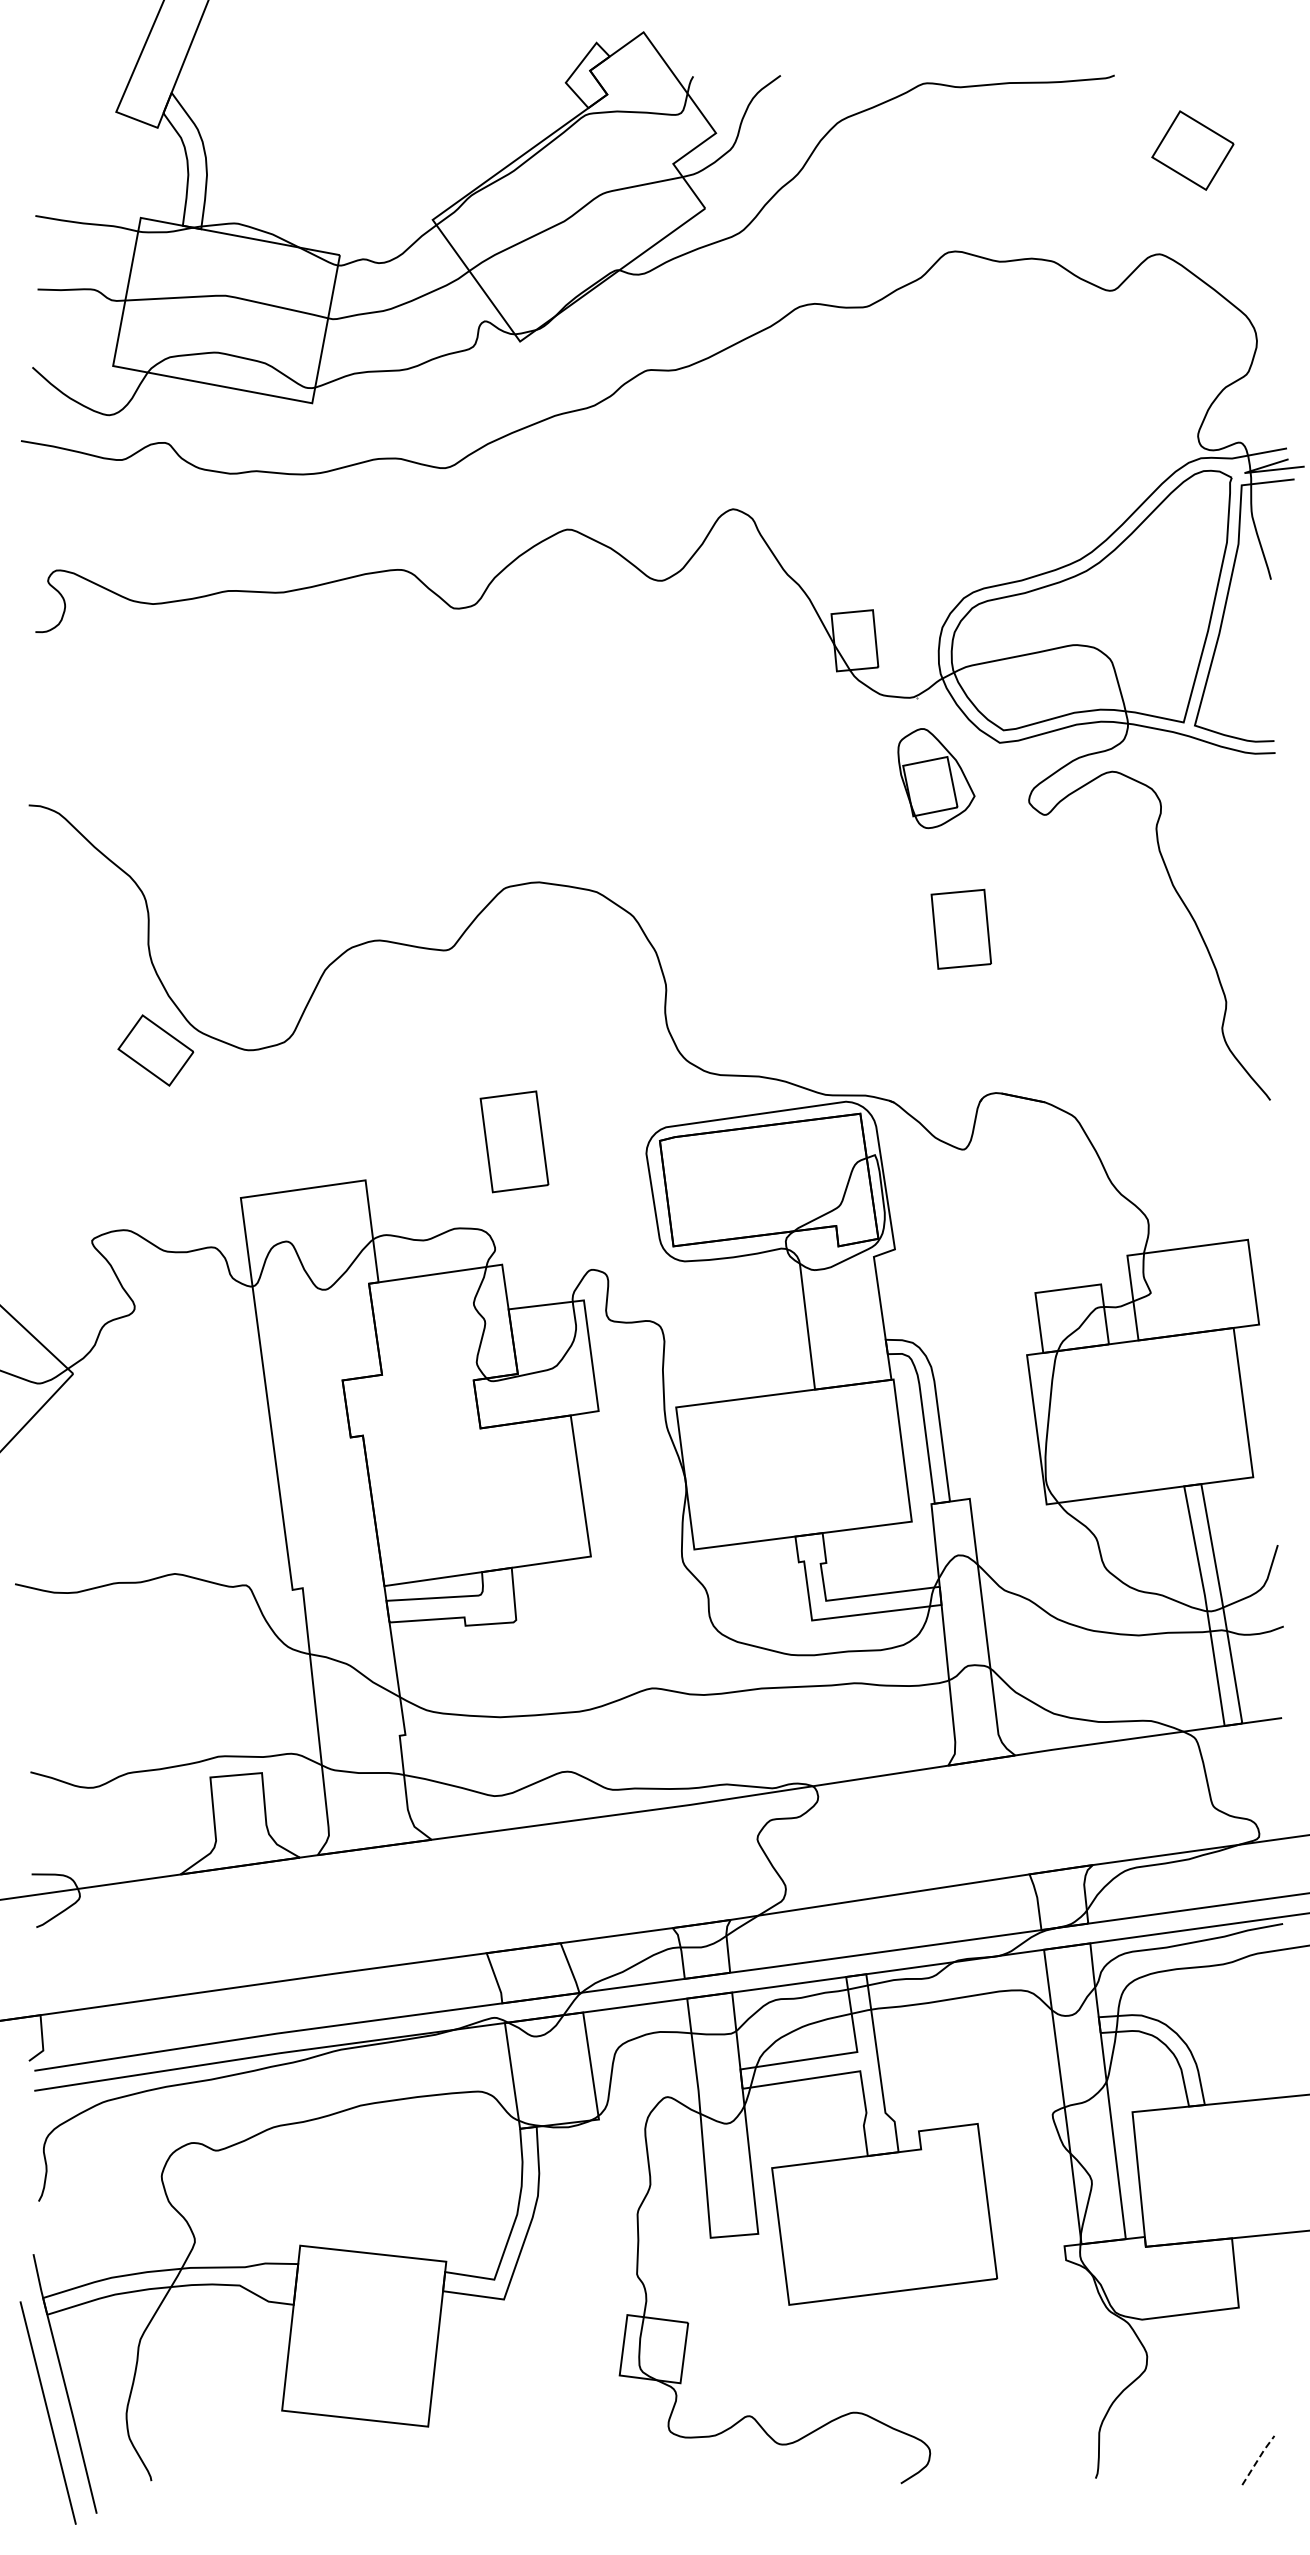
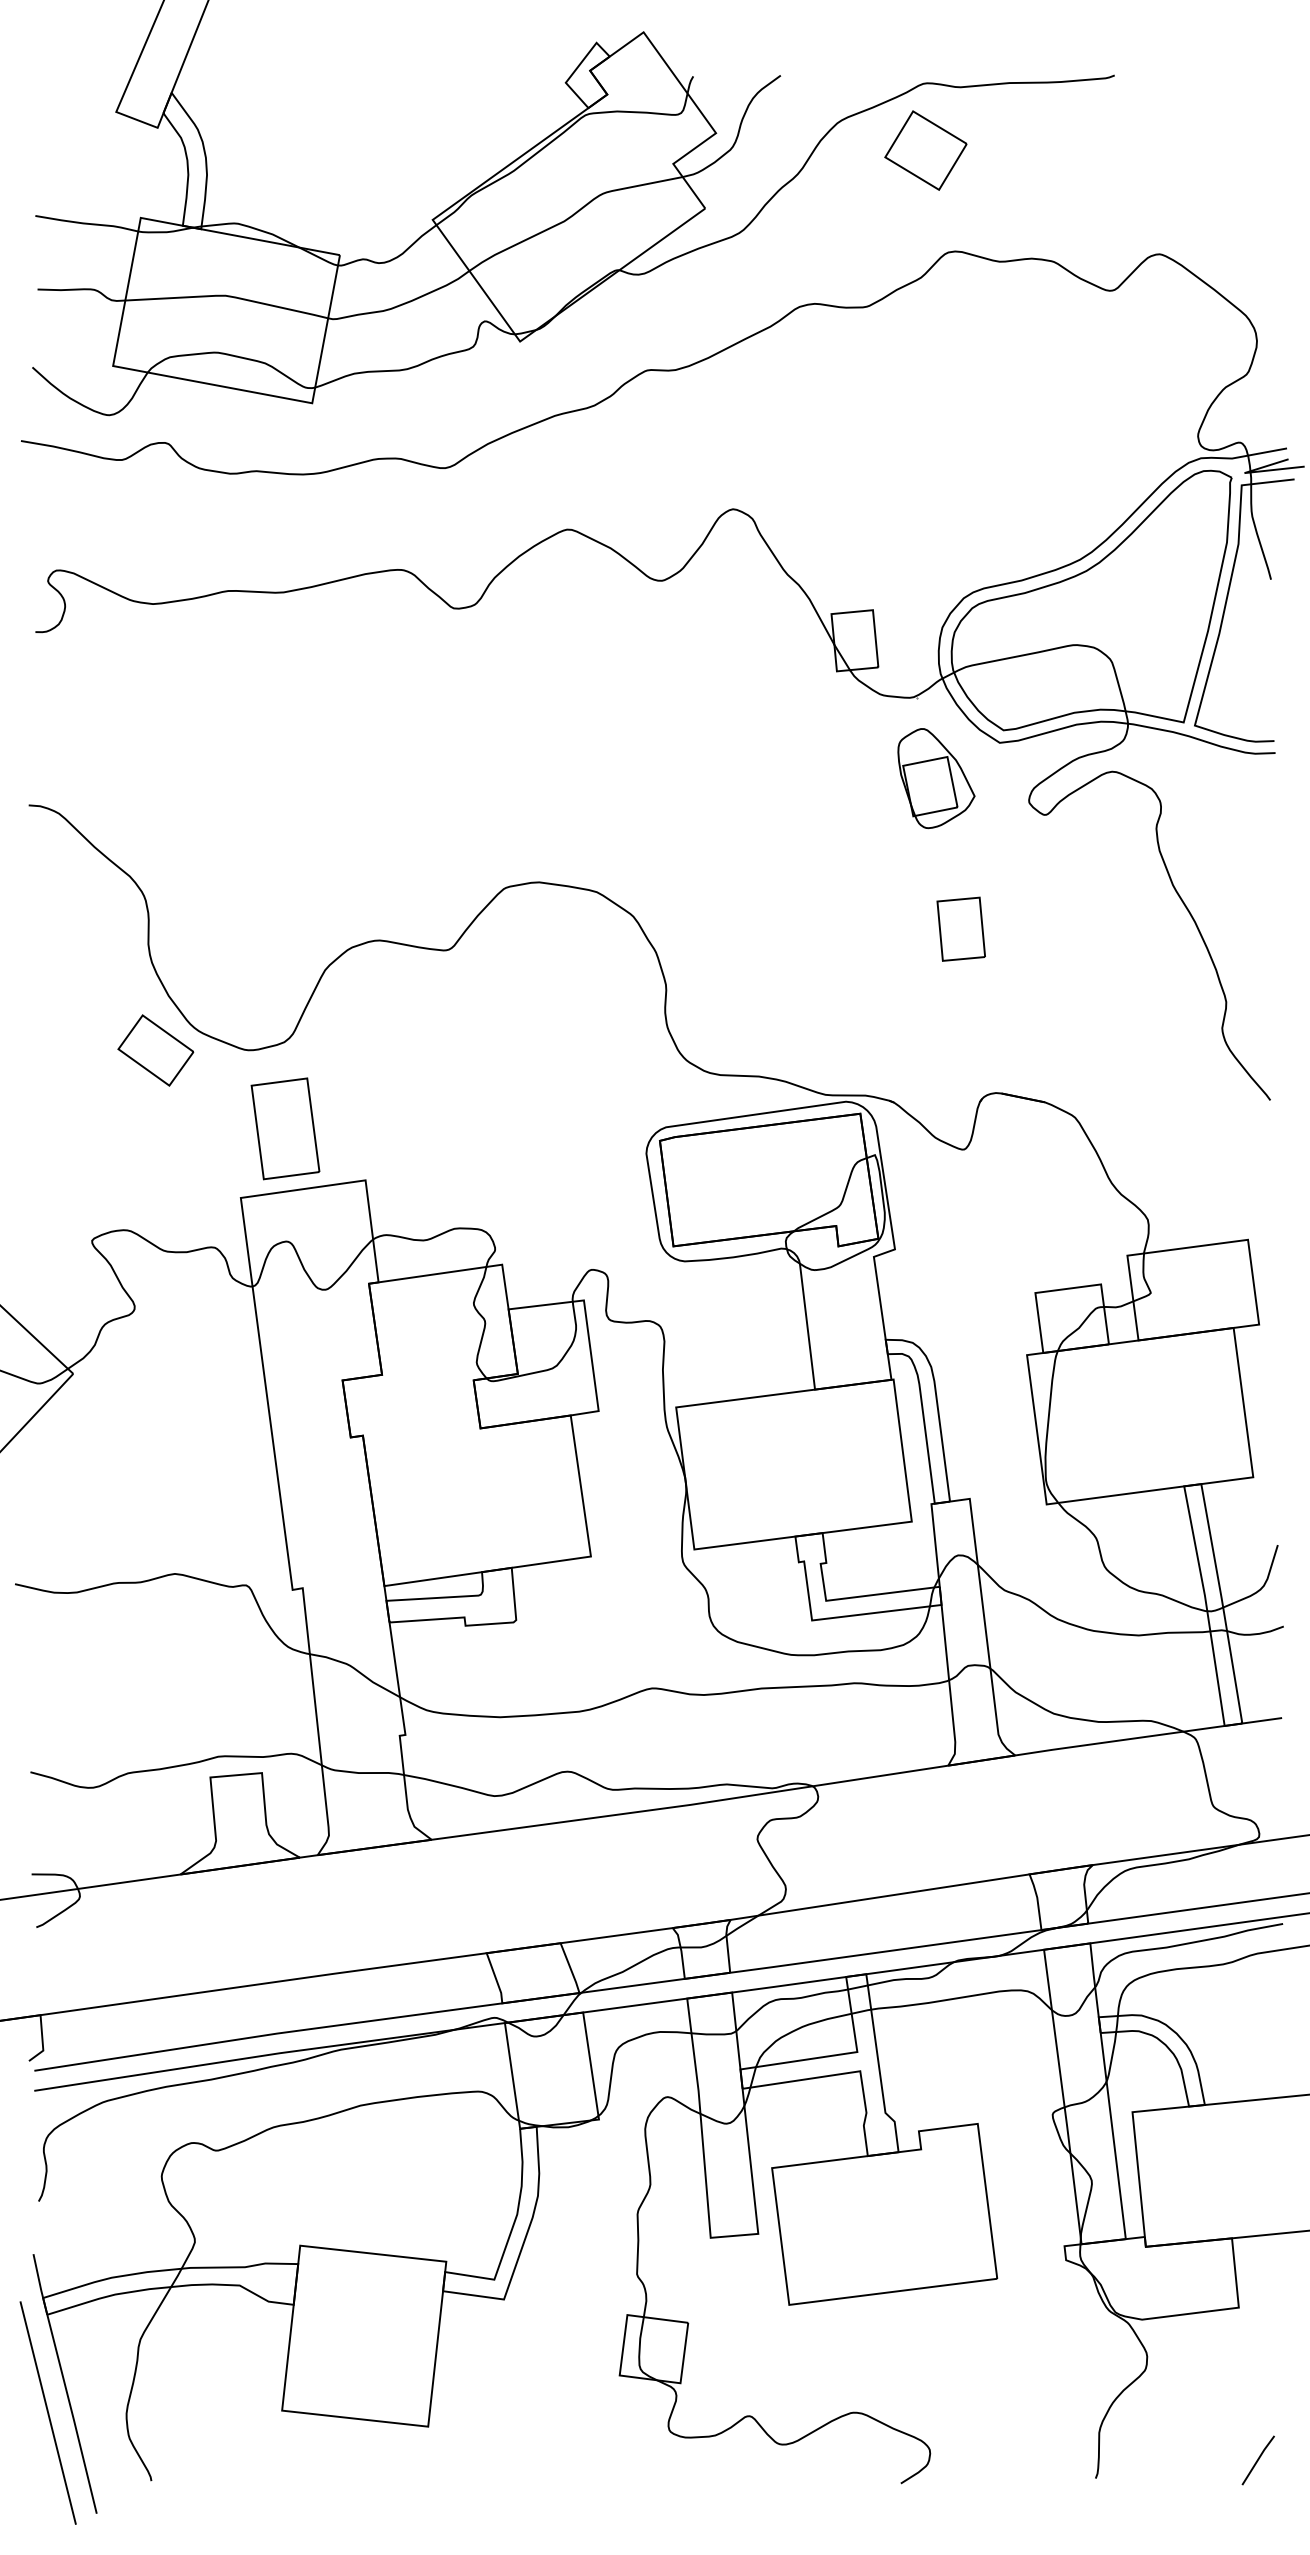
part at (1192, 150) position: (1192, 150) -> (925, 150)
part at (960, 928) size: 62x82 px -> 50x66 px
part at (514, 1141) position: (514, 1141) -> (285, 1128)
line at (1258, 2459): dashed -> solid
